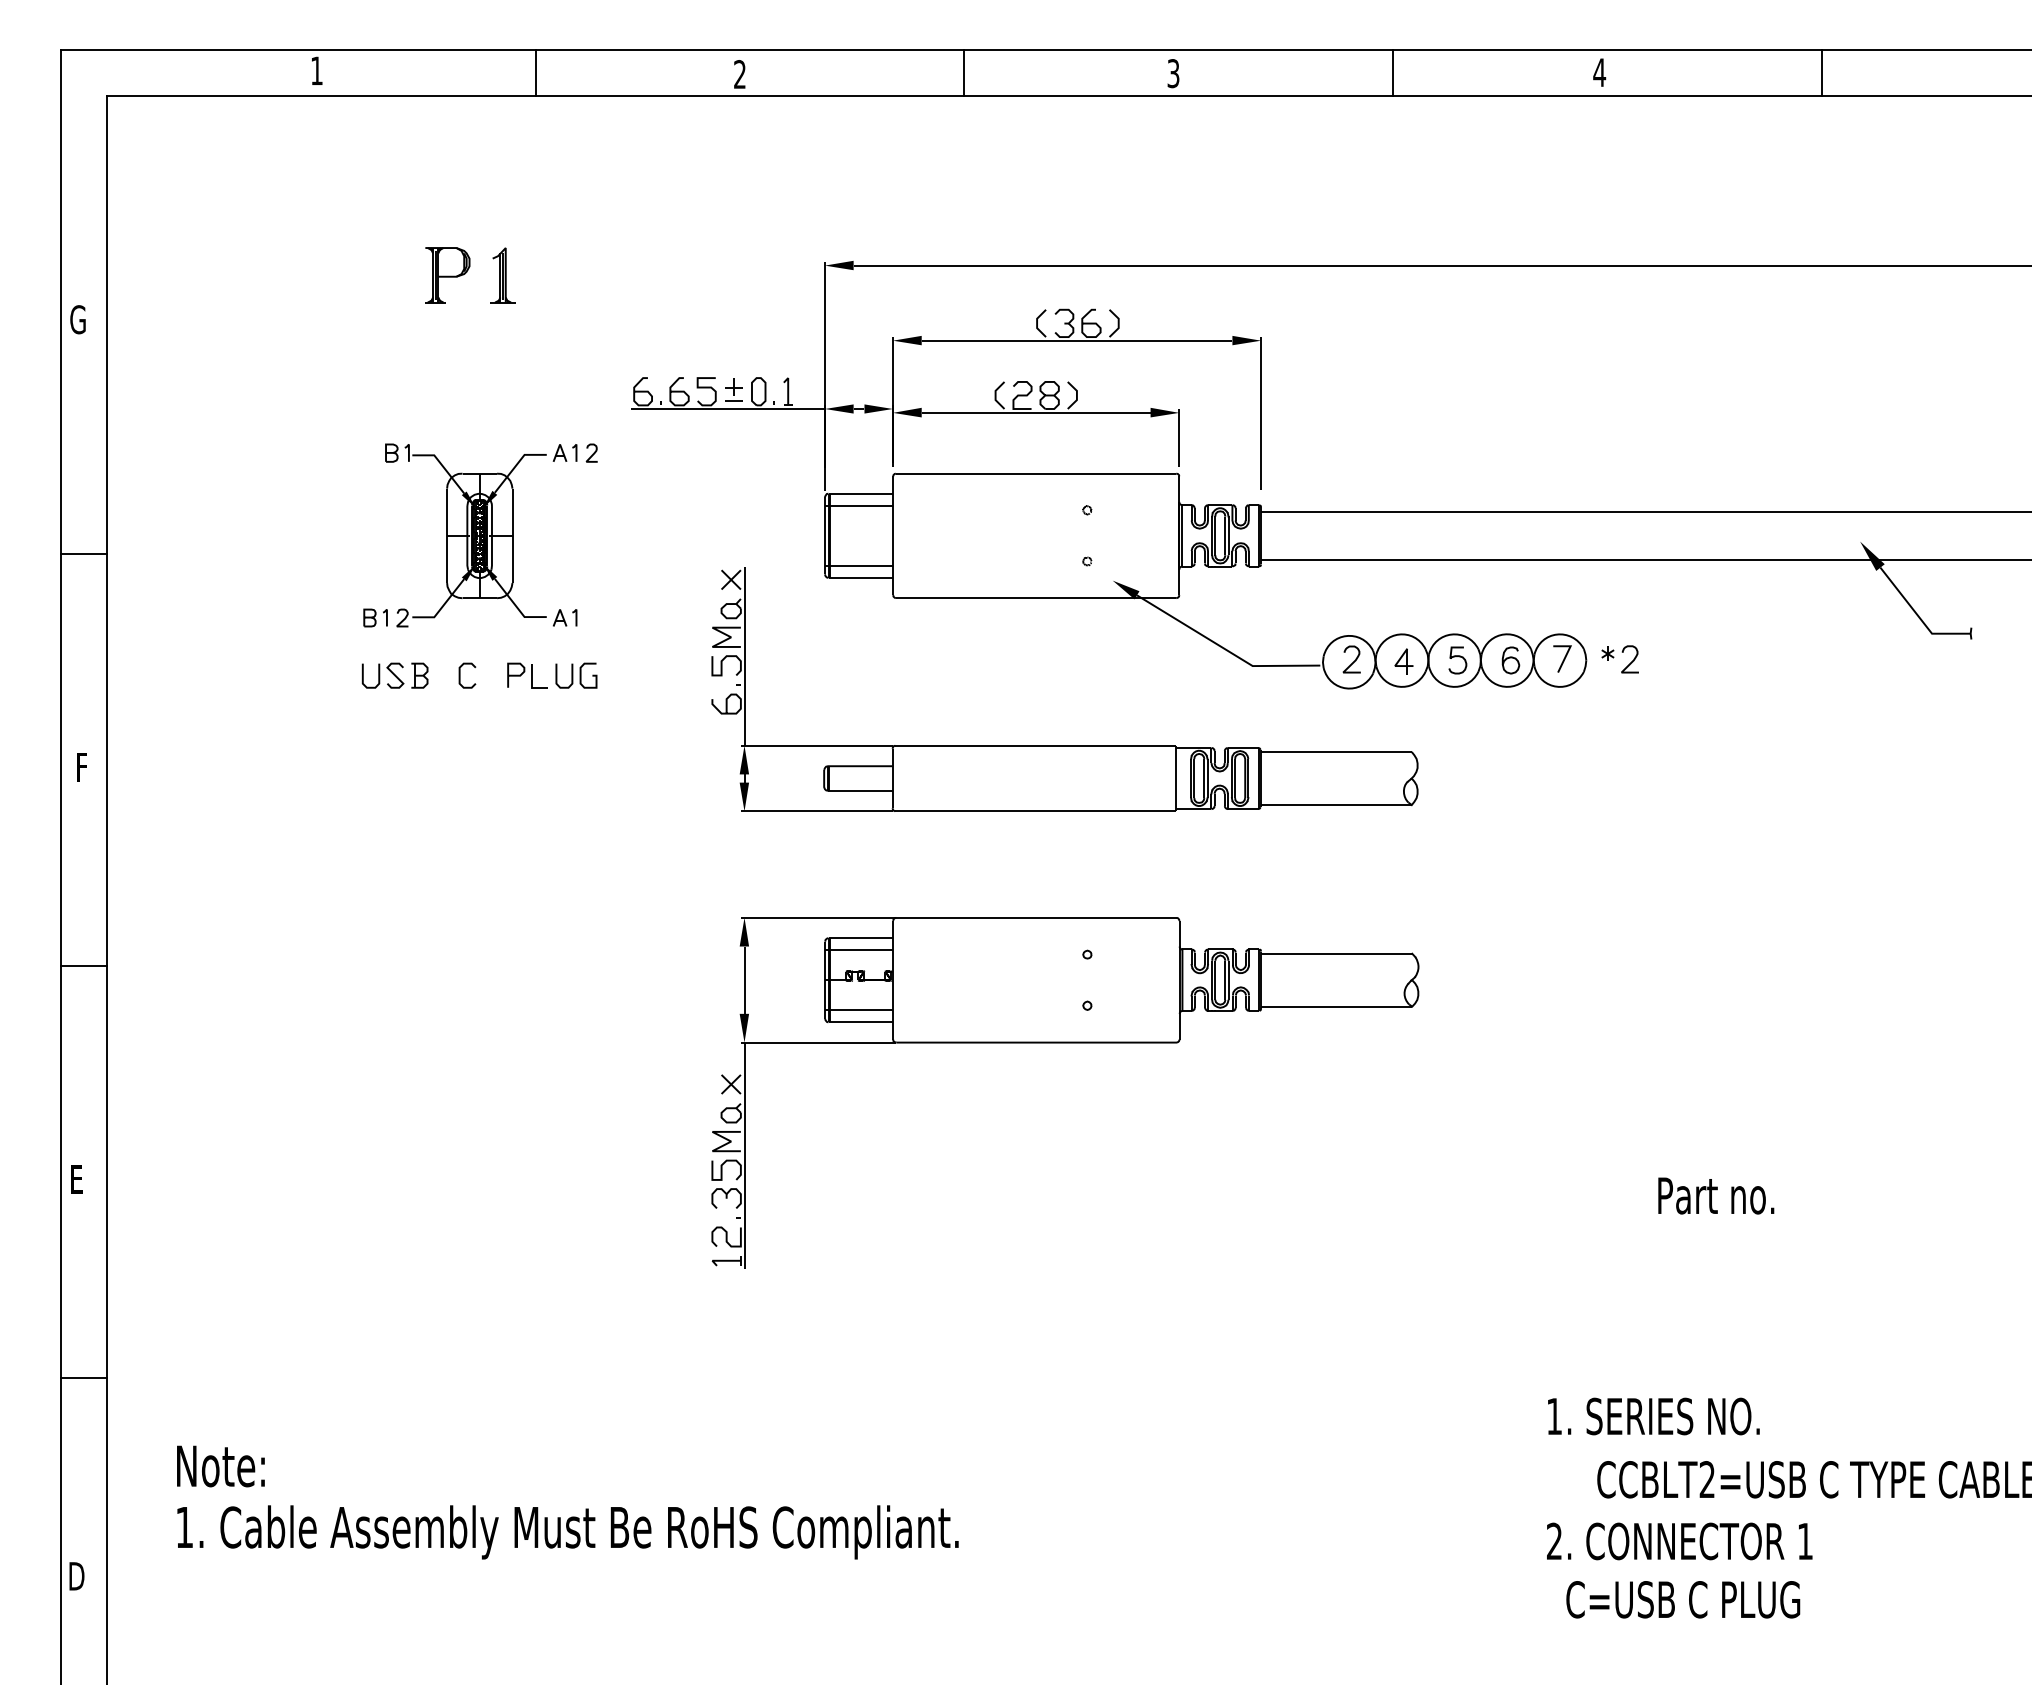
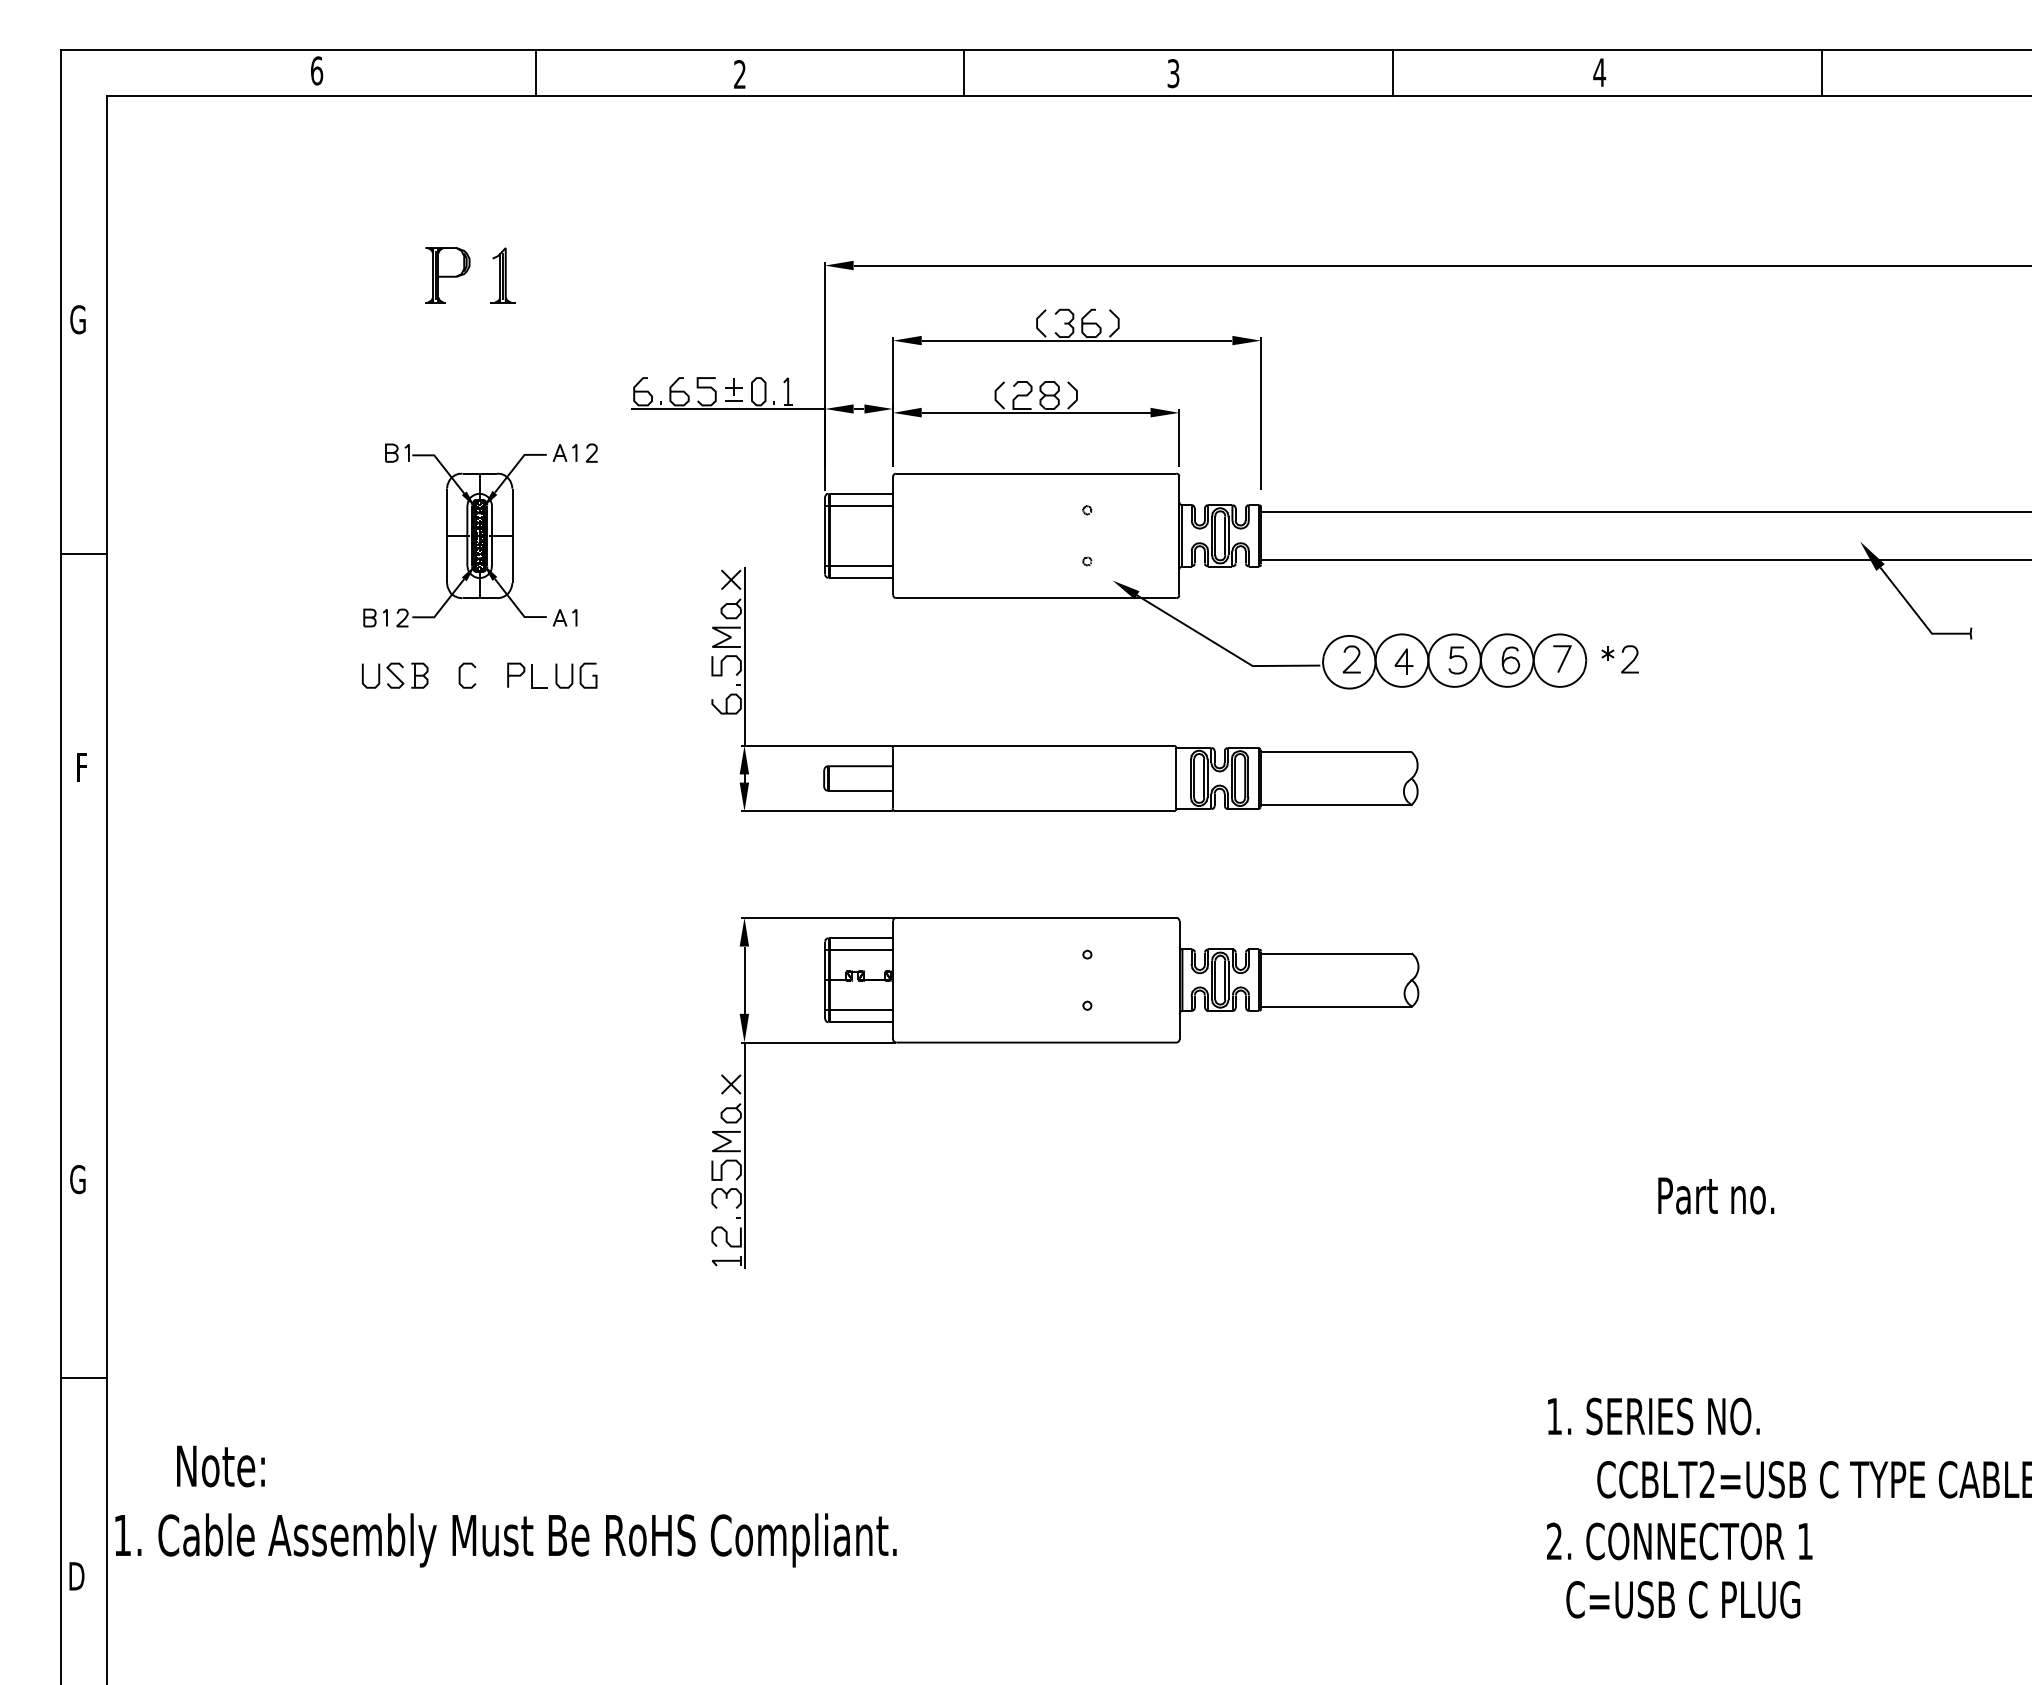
text at (317, 70): 1 -> 6
line at (83, 965): present -> none
text at (77, 1179): E -> G
text at (567, 1532) position: (567, 1532) -> (505, 1540)
